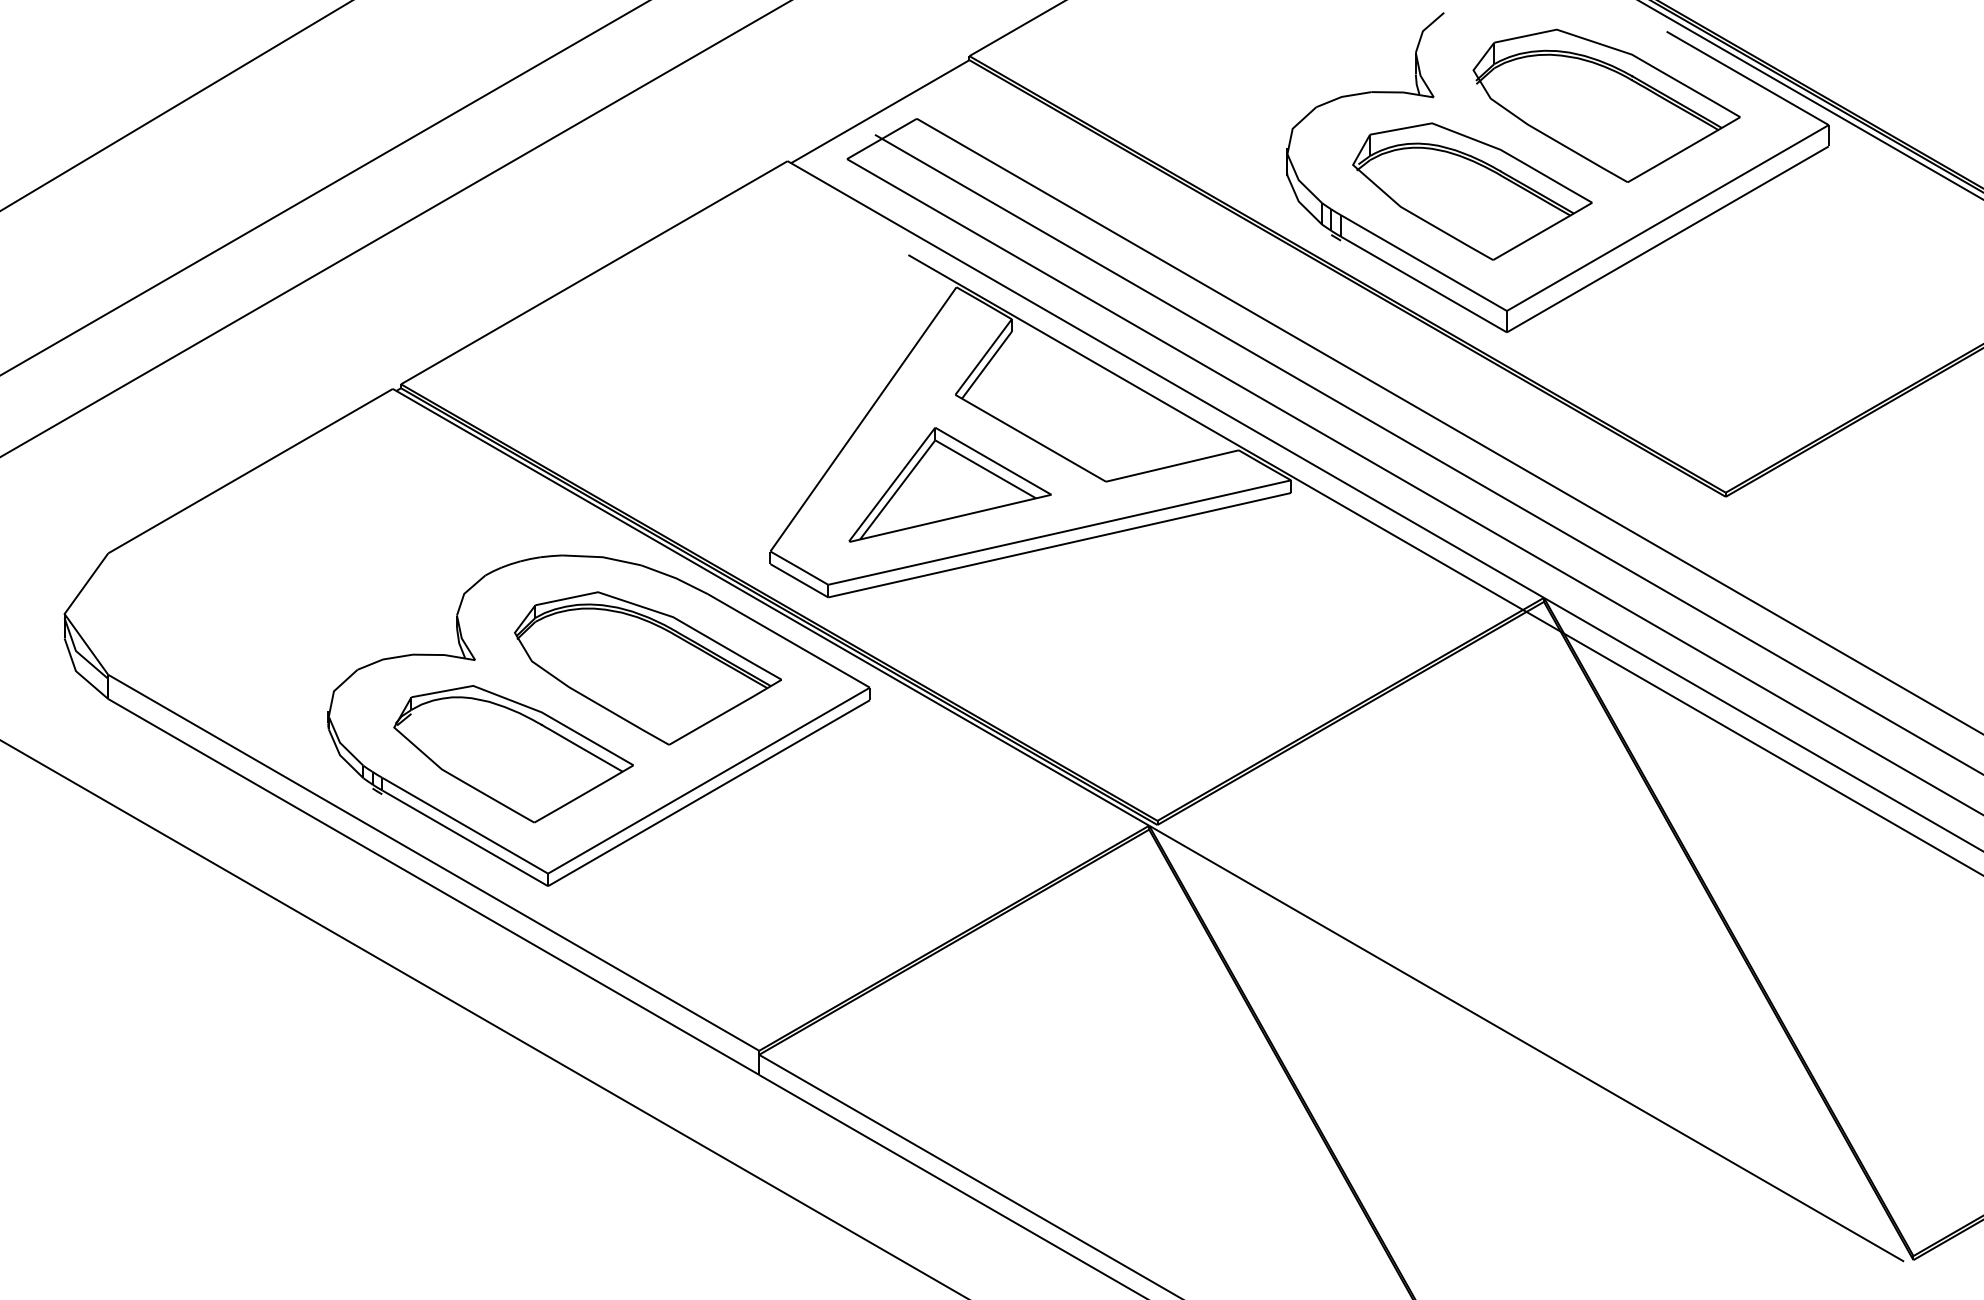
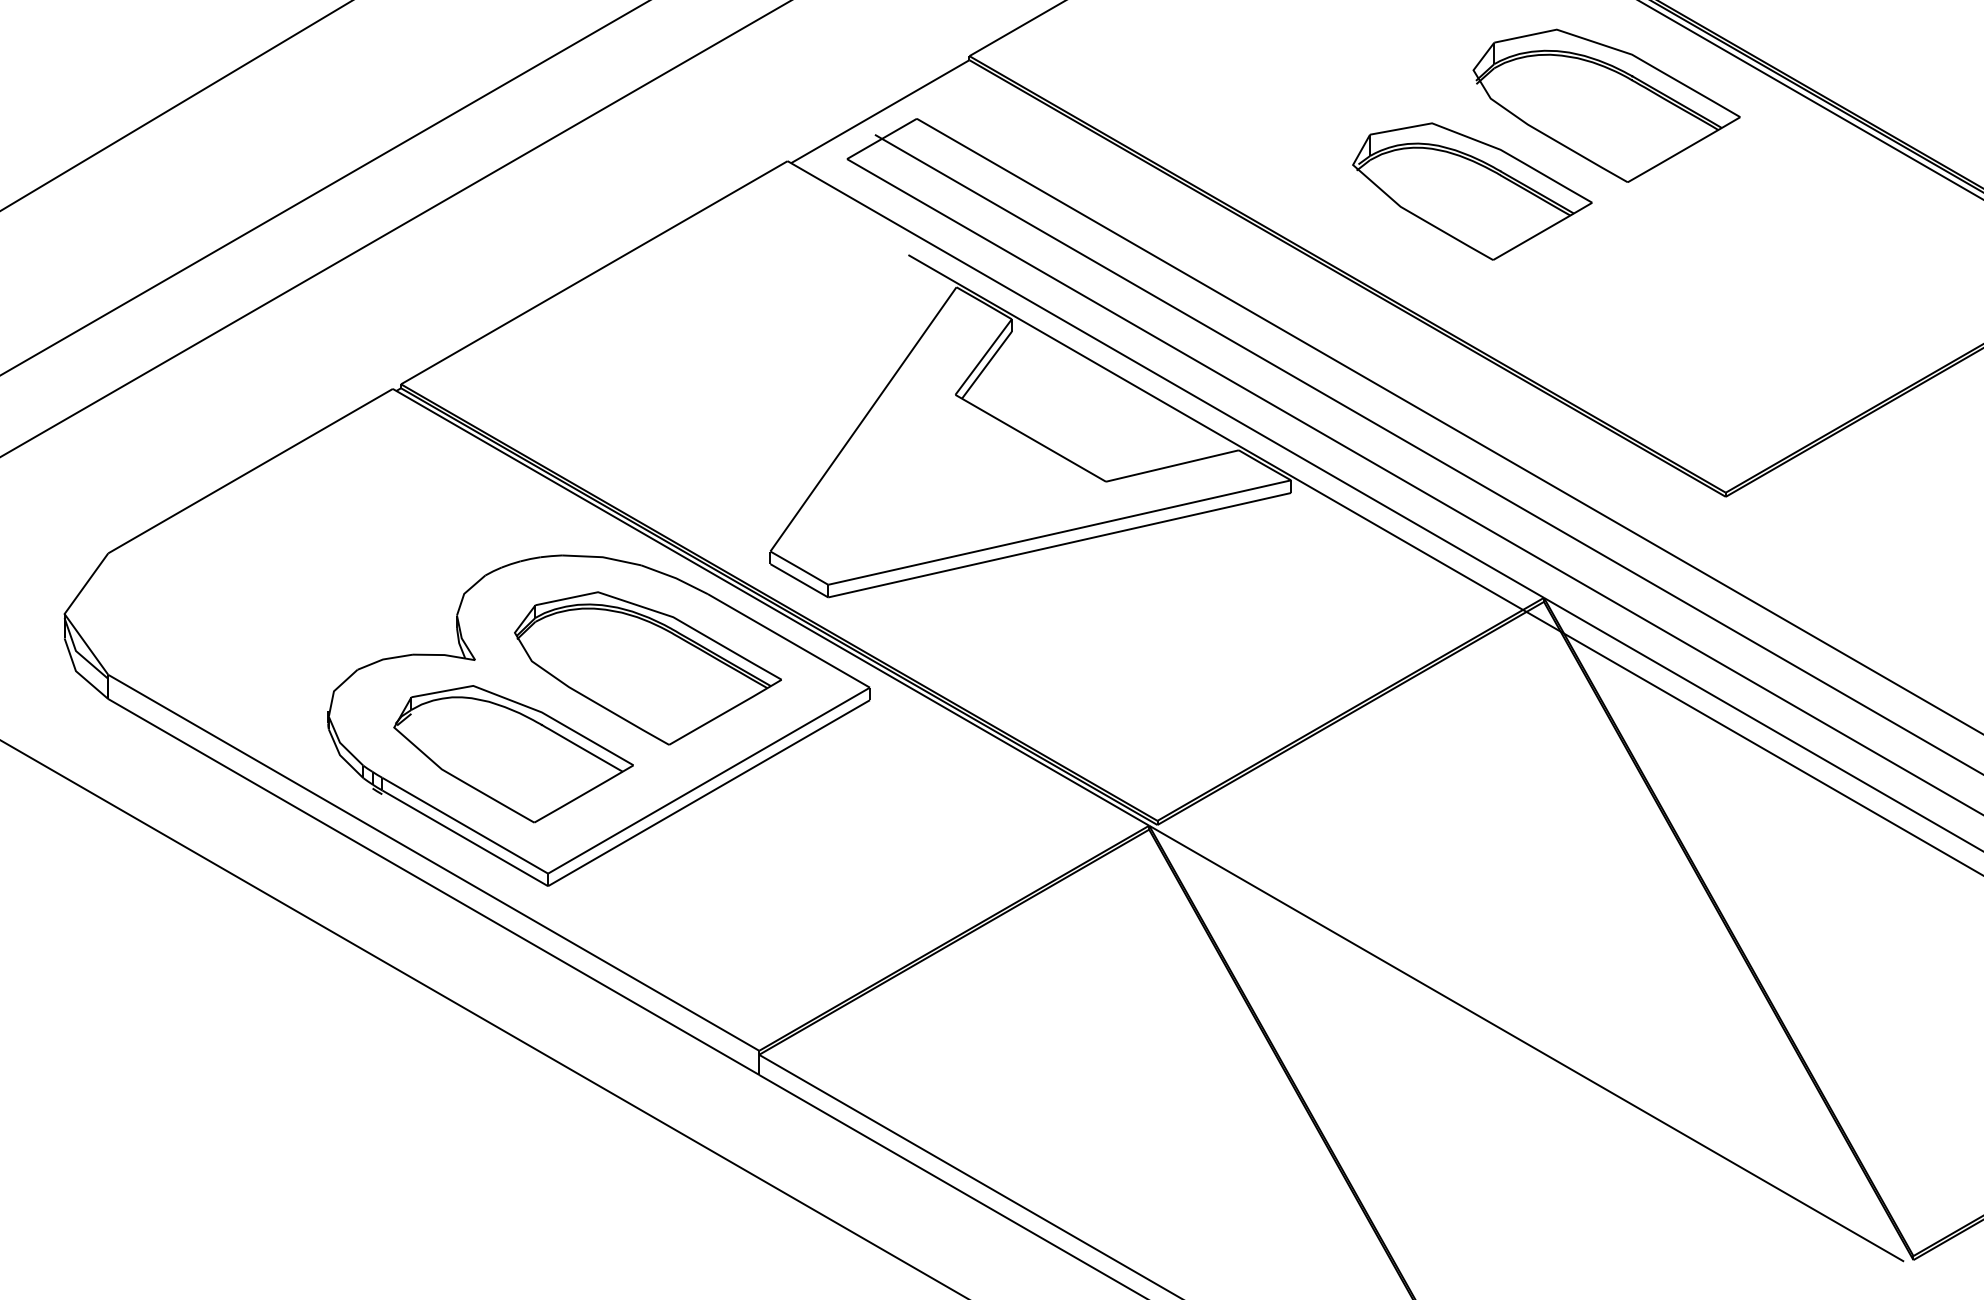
part at (1600, 255): present -> none
part at (949, 484): present -> none
